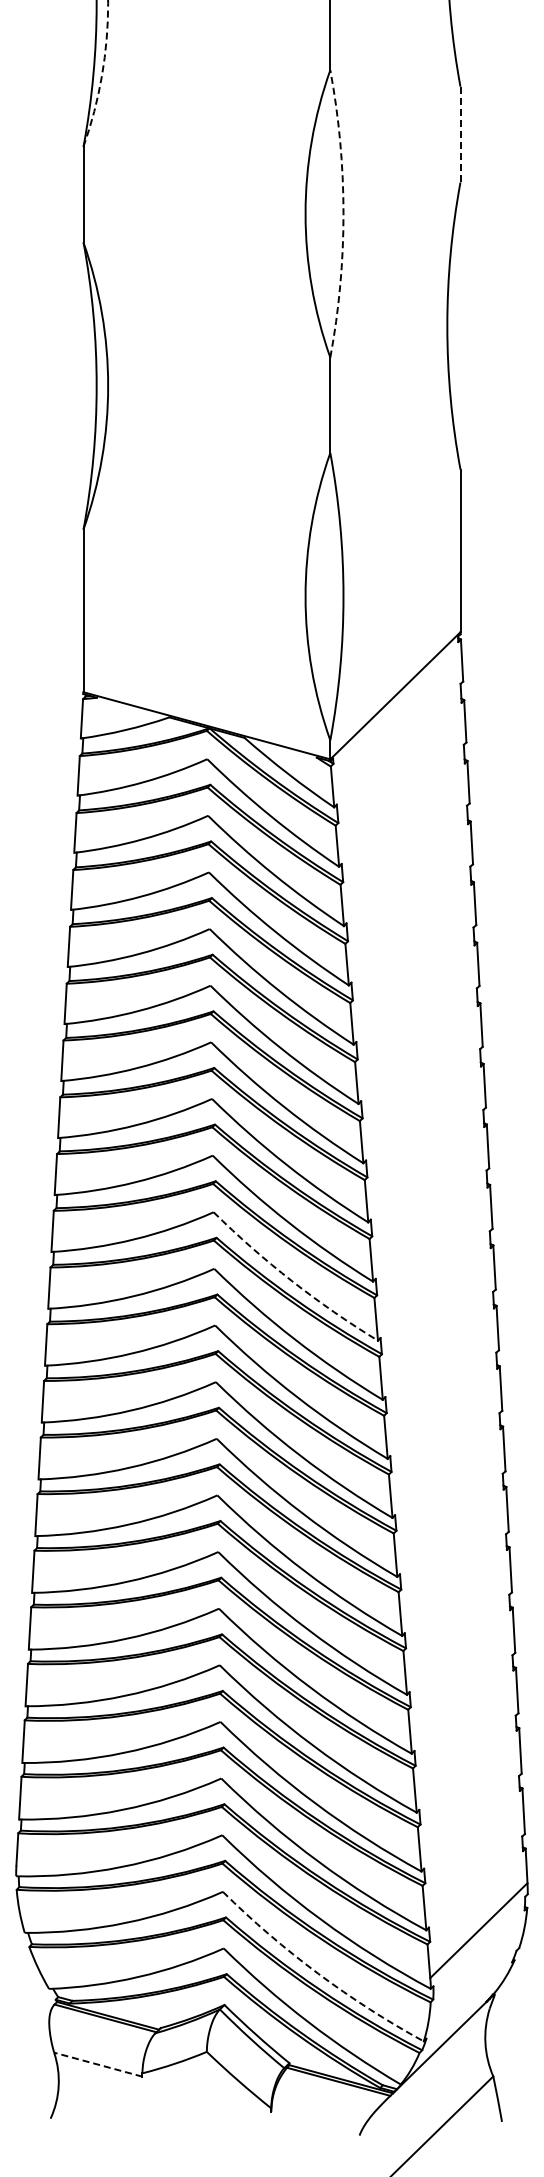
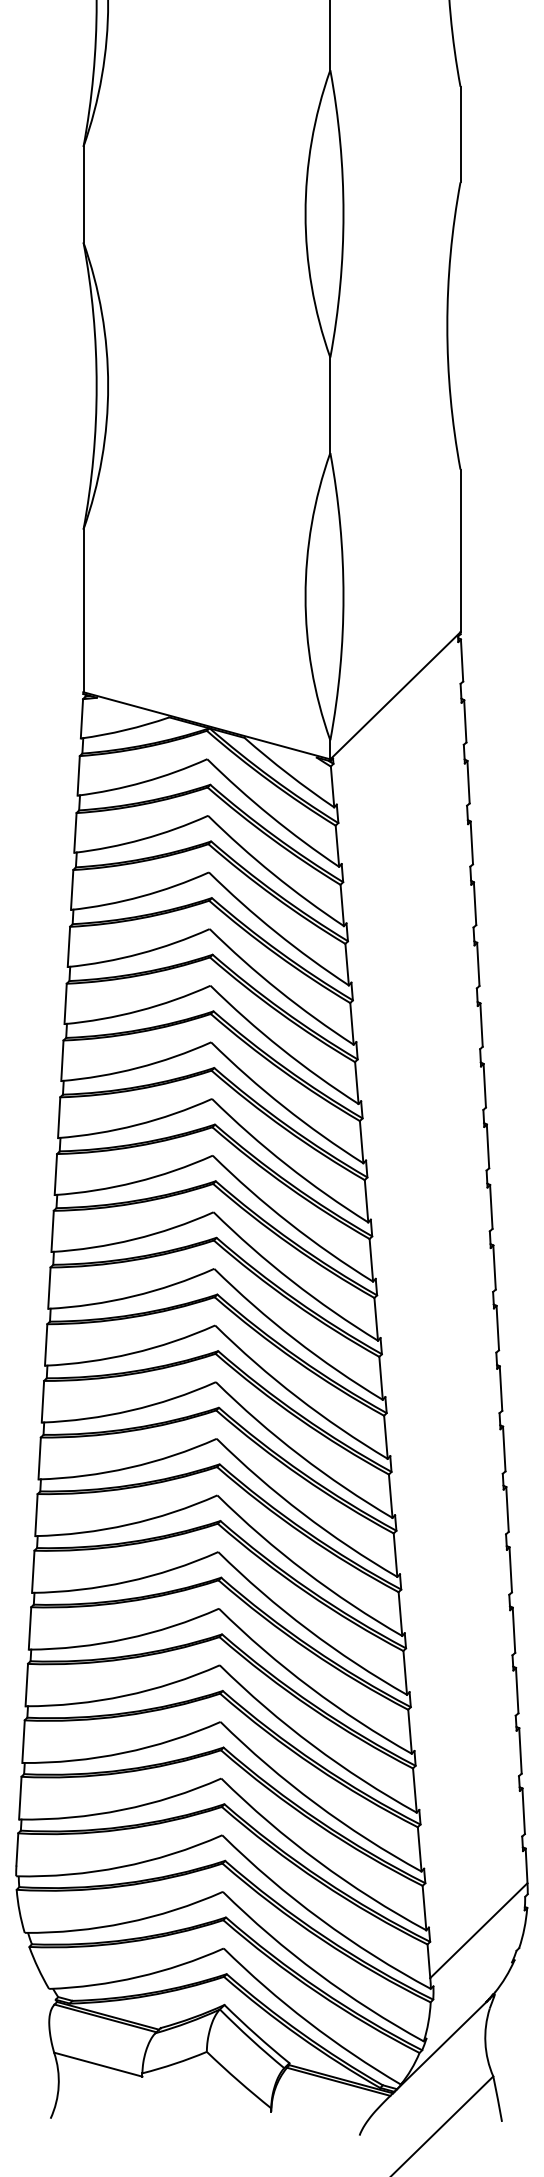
arc at (102, 73): dashed -> solid
line at (460, 134): dashed -> solid
arc at (343, 213): dashed -> solid
arc at (292, 1281): dashed -> solid
arc at (318, 1973): dashed -> solid
line at (98, 2064): dashed -> solid
